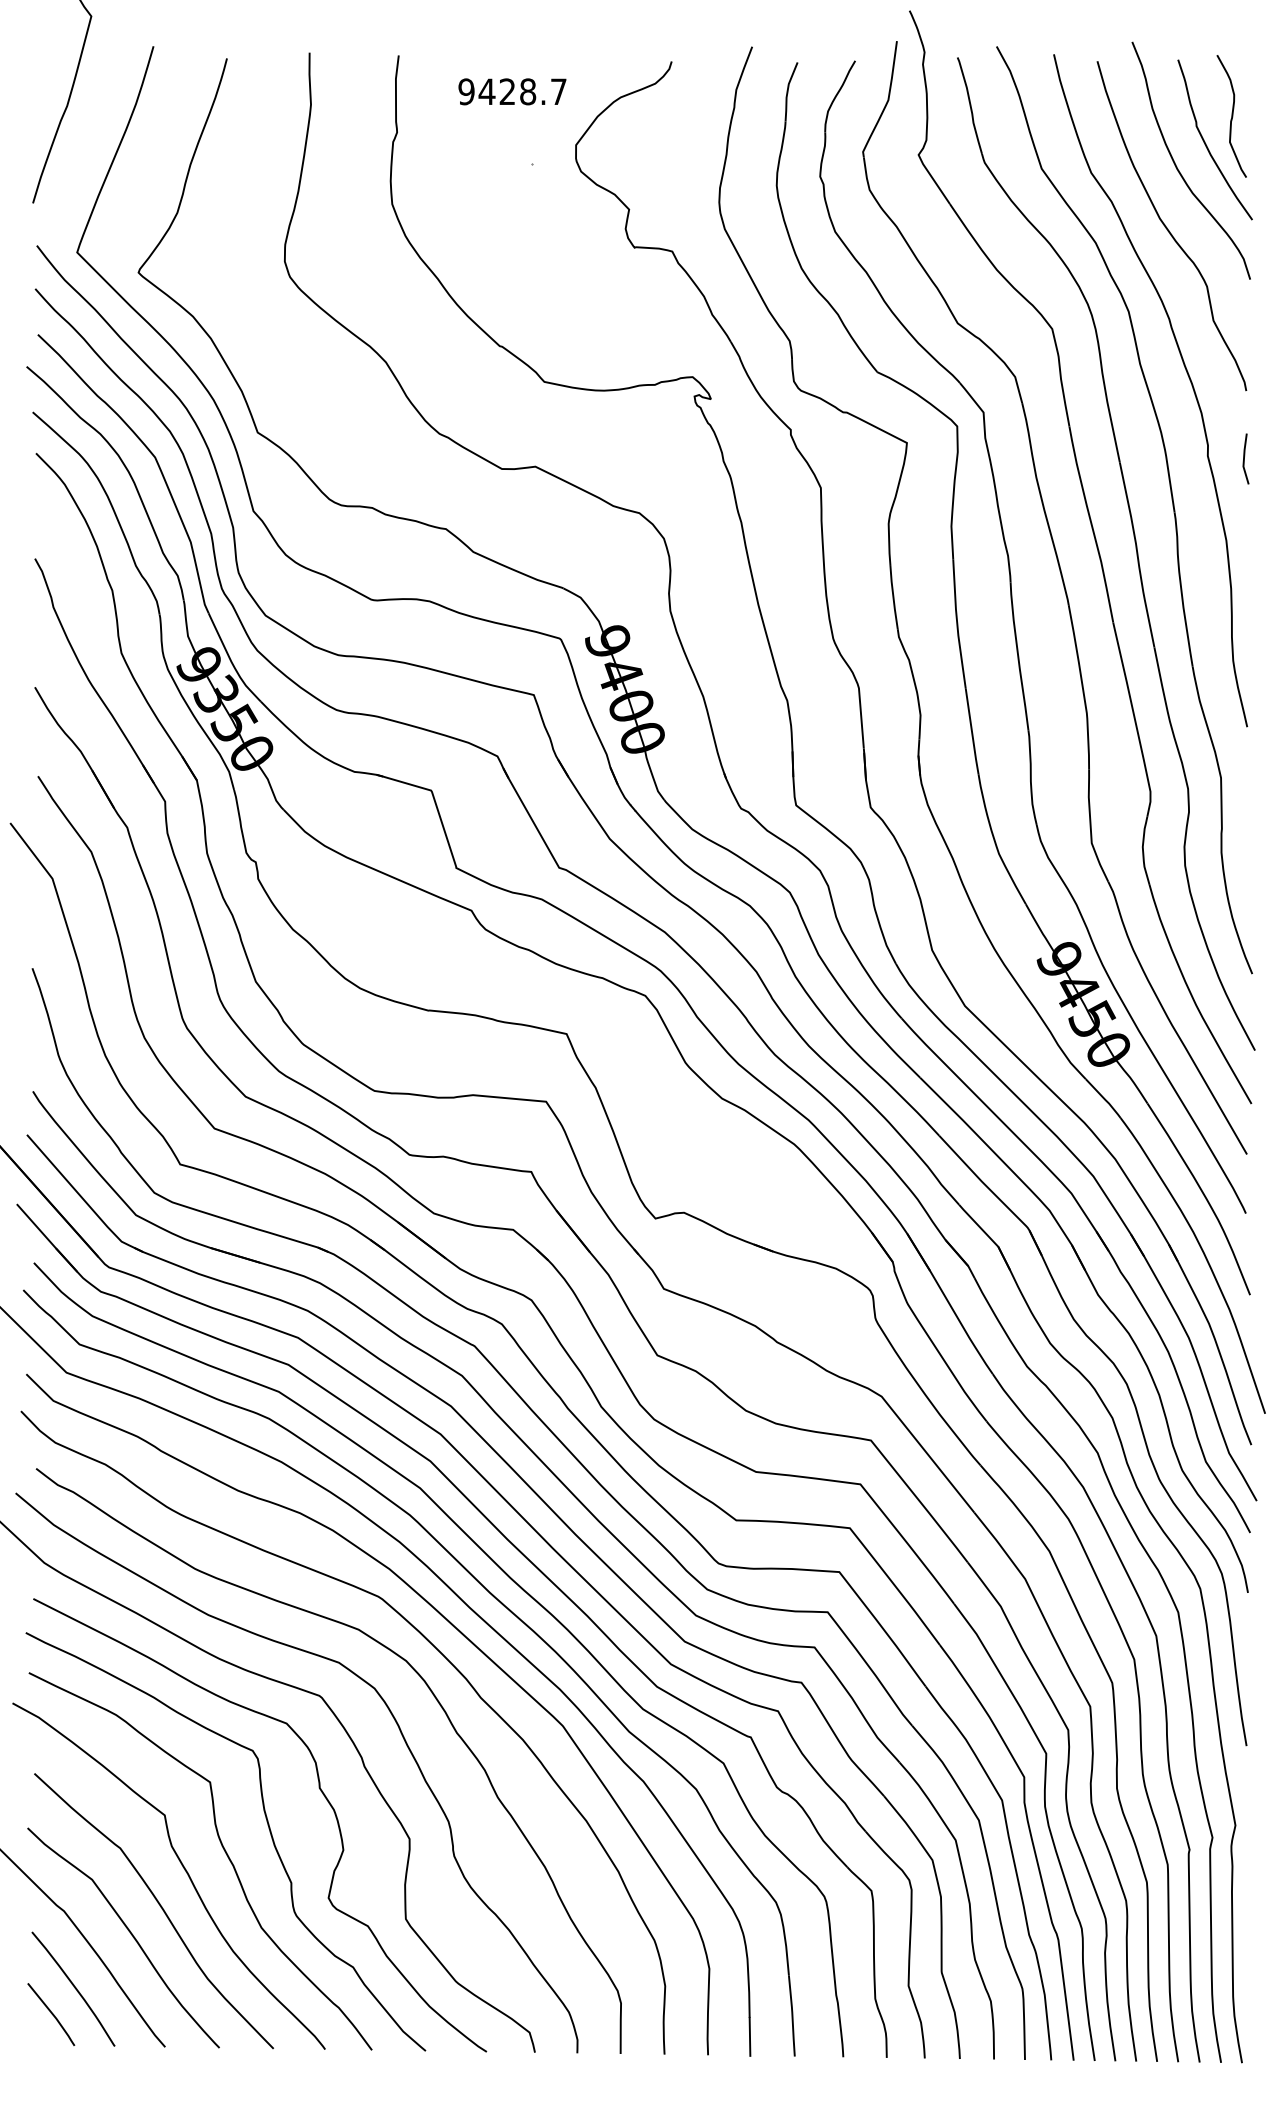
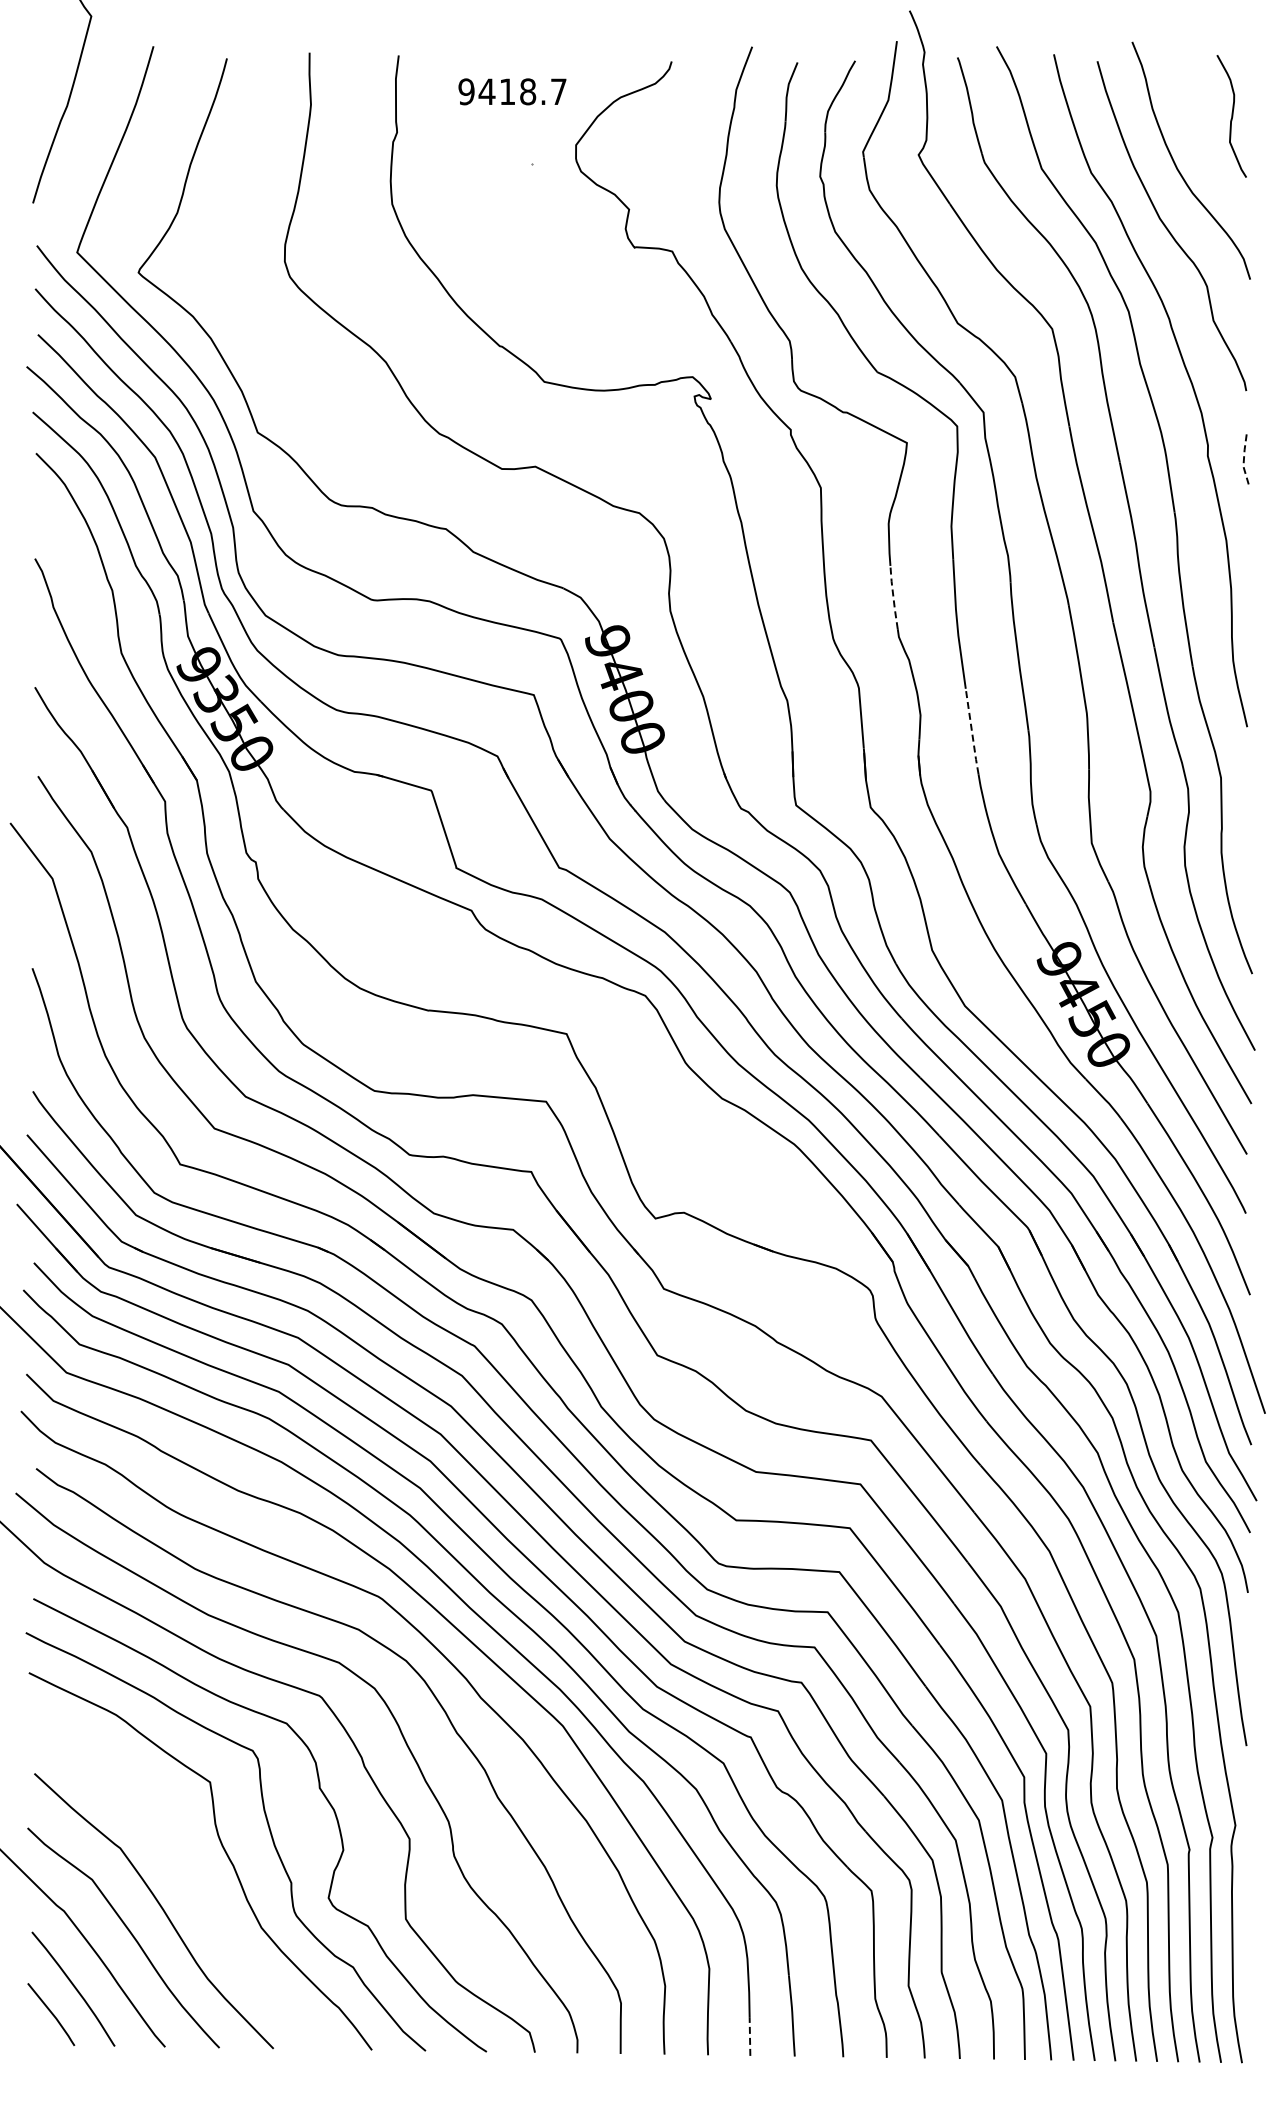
text at (506, 91): 9428.7 -> 9418.7
curve at (1206, 143): present -> none
line at (1243, 458): solid -> dashed
line at (893, 597): solid -> dashed
line at (972, 731): solid -> dashed
curve at (182, 1867): present -> none
line at (749, 2036): solid -> dashed
